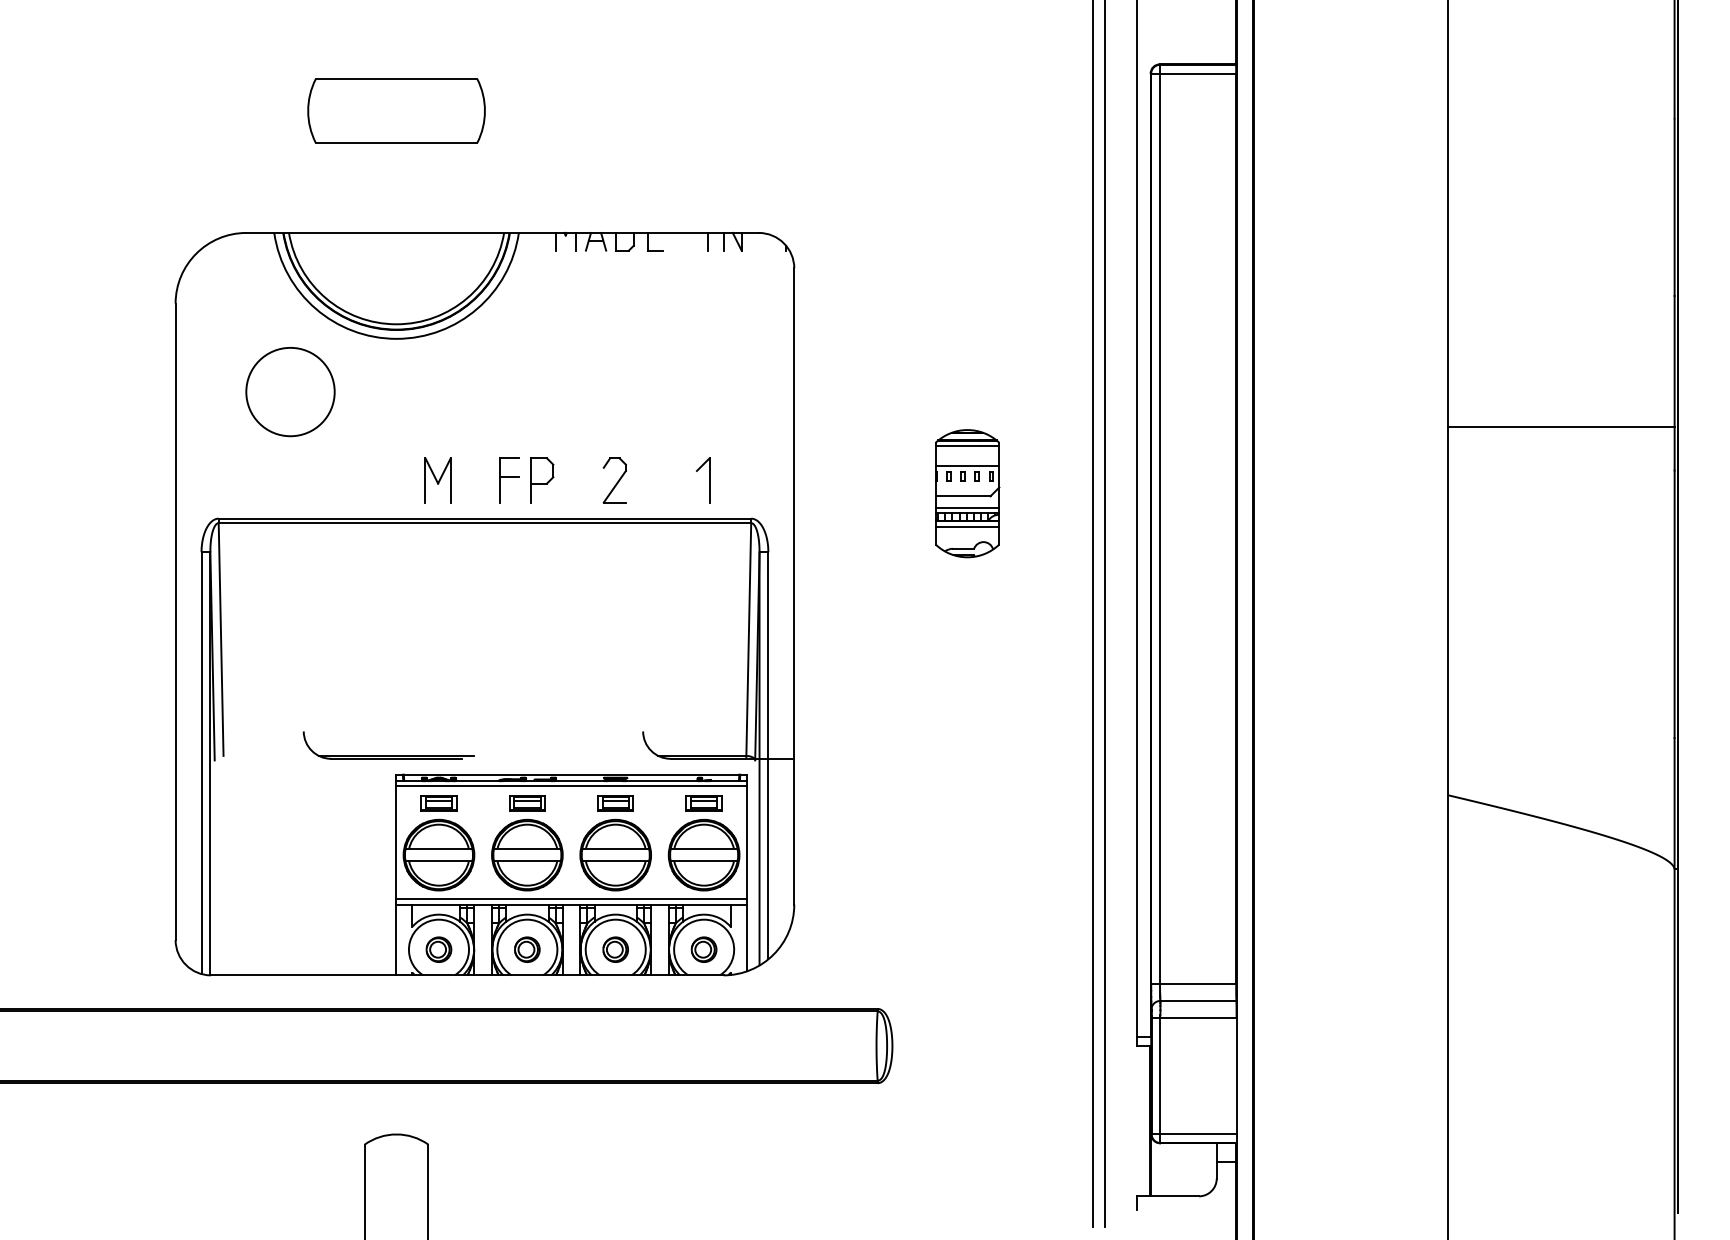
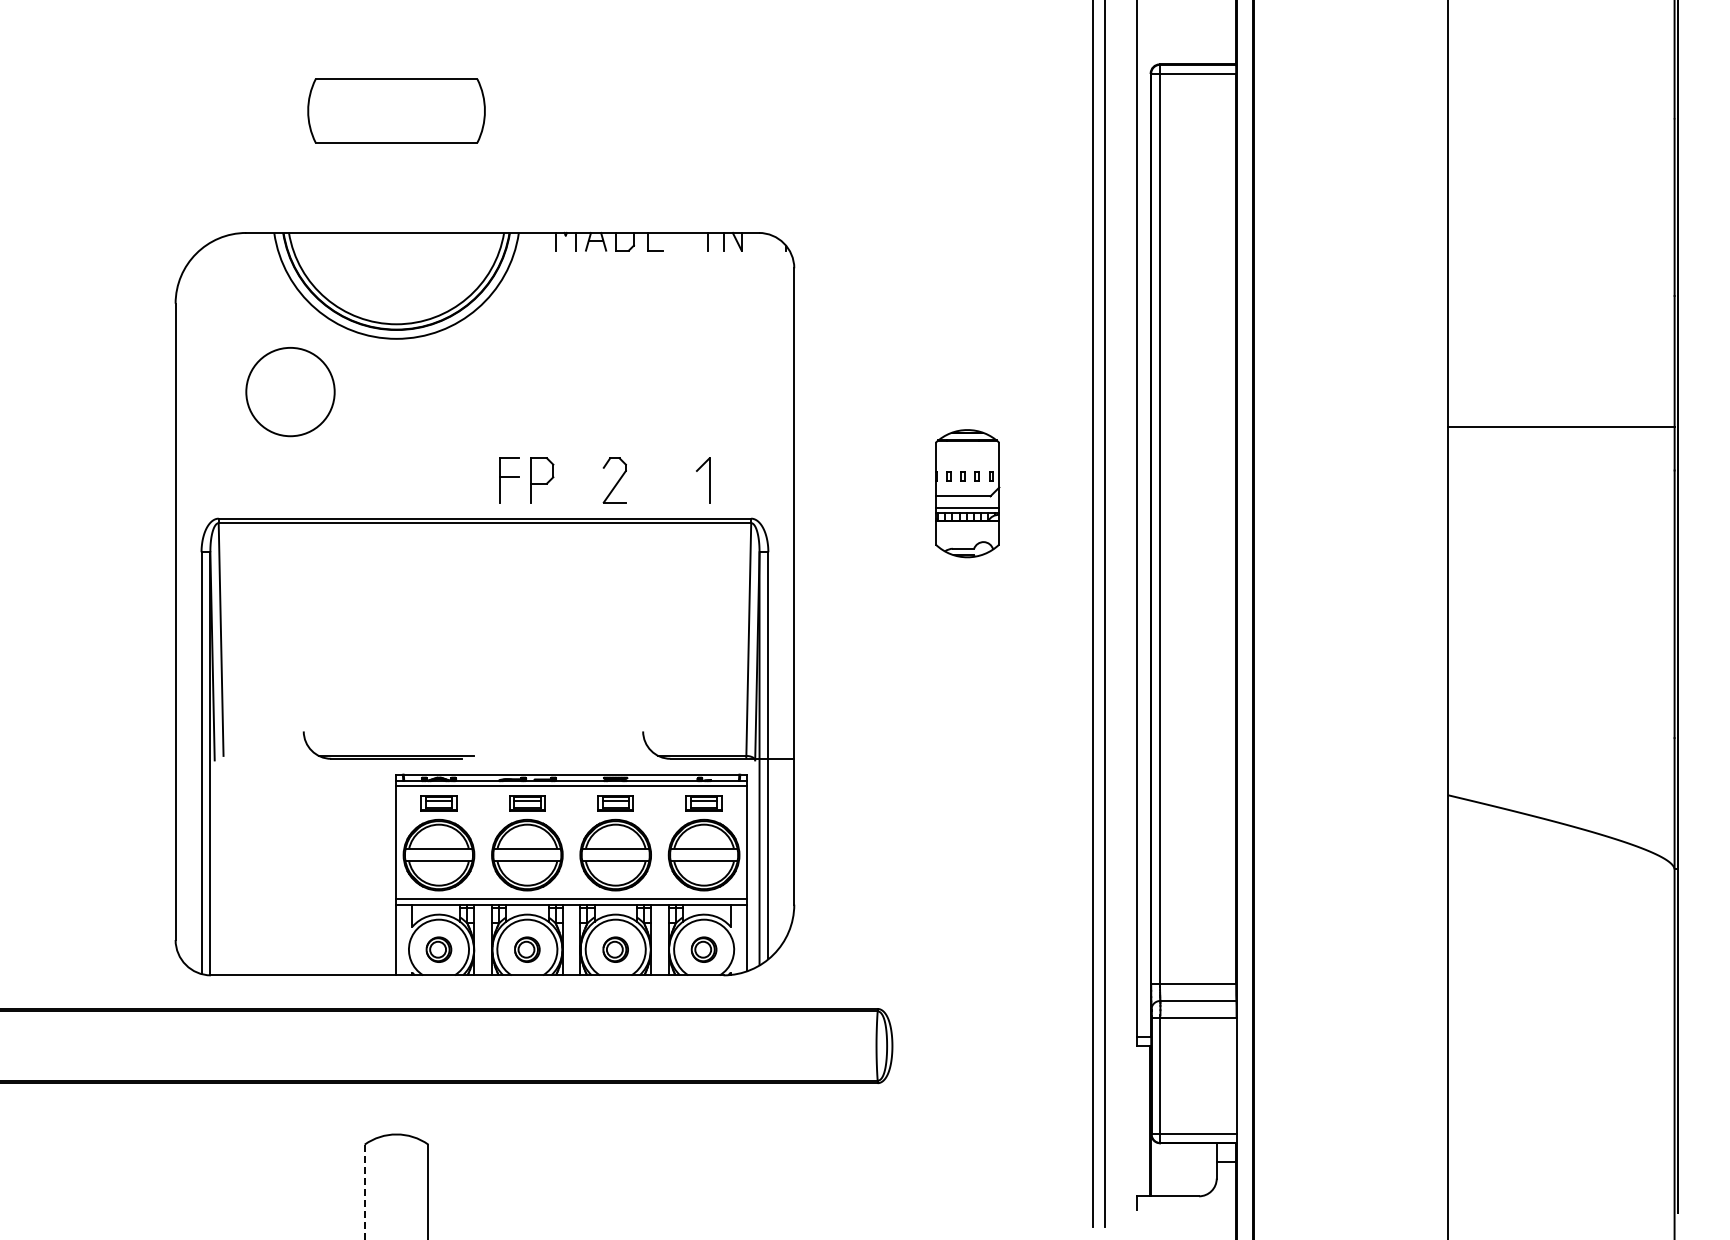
line at (967, 445): present -> none
line at (967, 466): present -> none
part at (437, 480): present -> none
line at (967, 526): present -> none
line at (364, 1192): solid -> dashed
